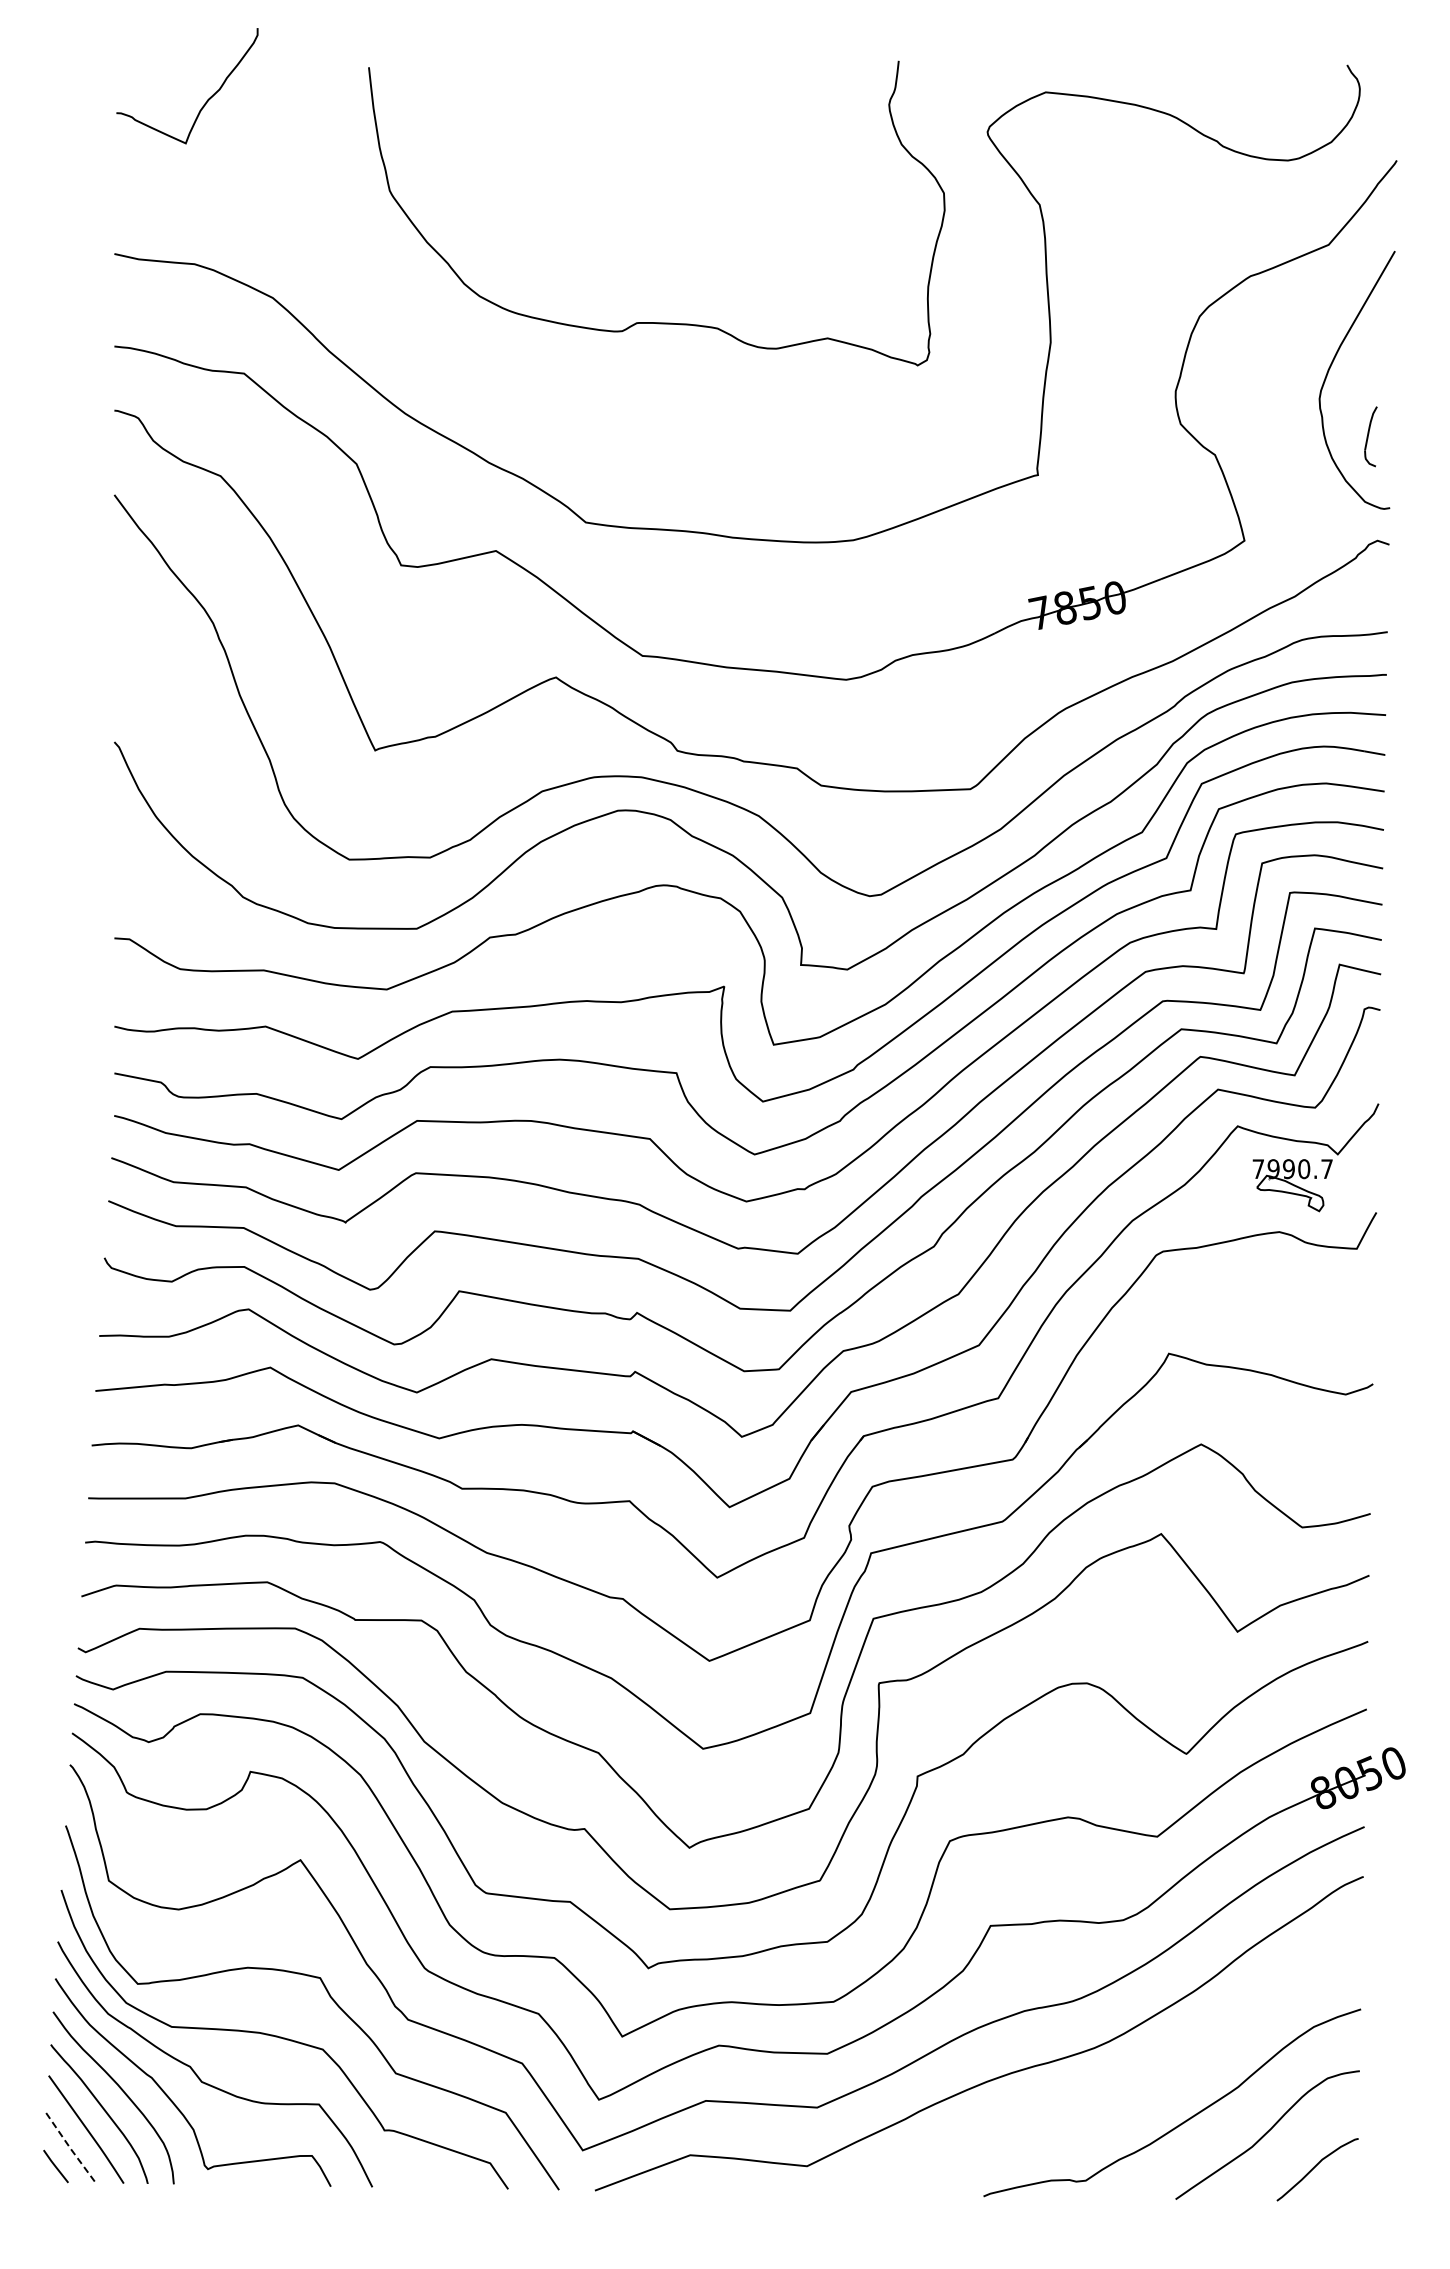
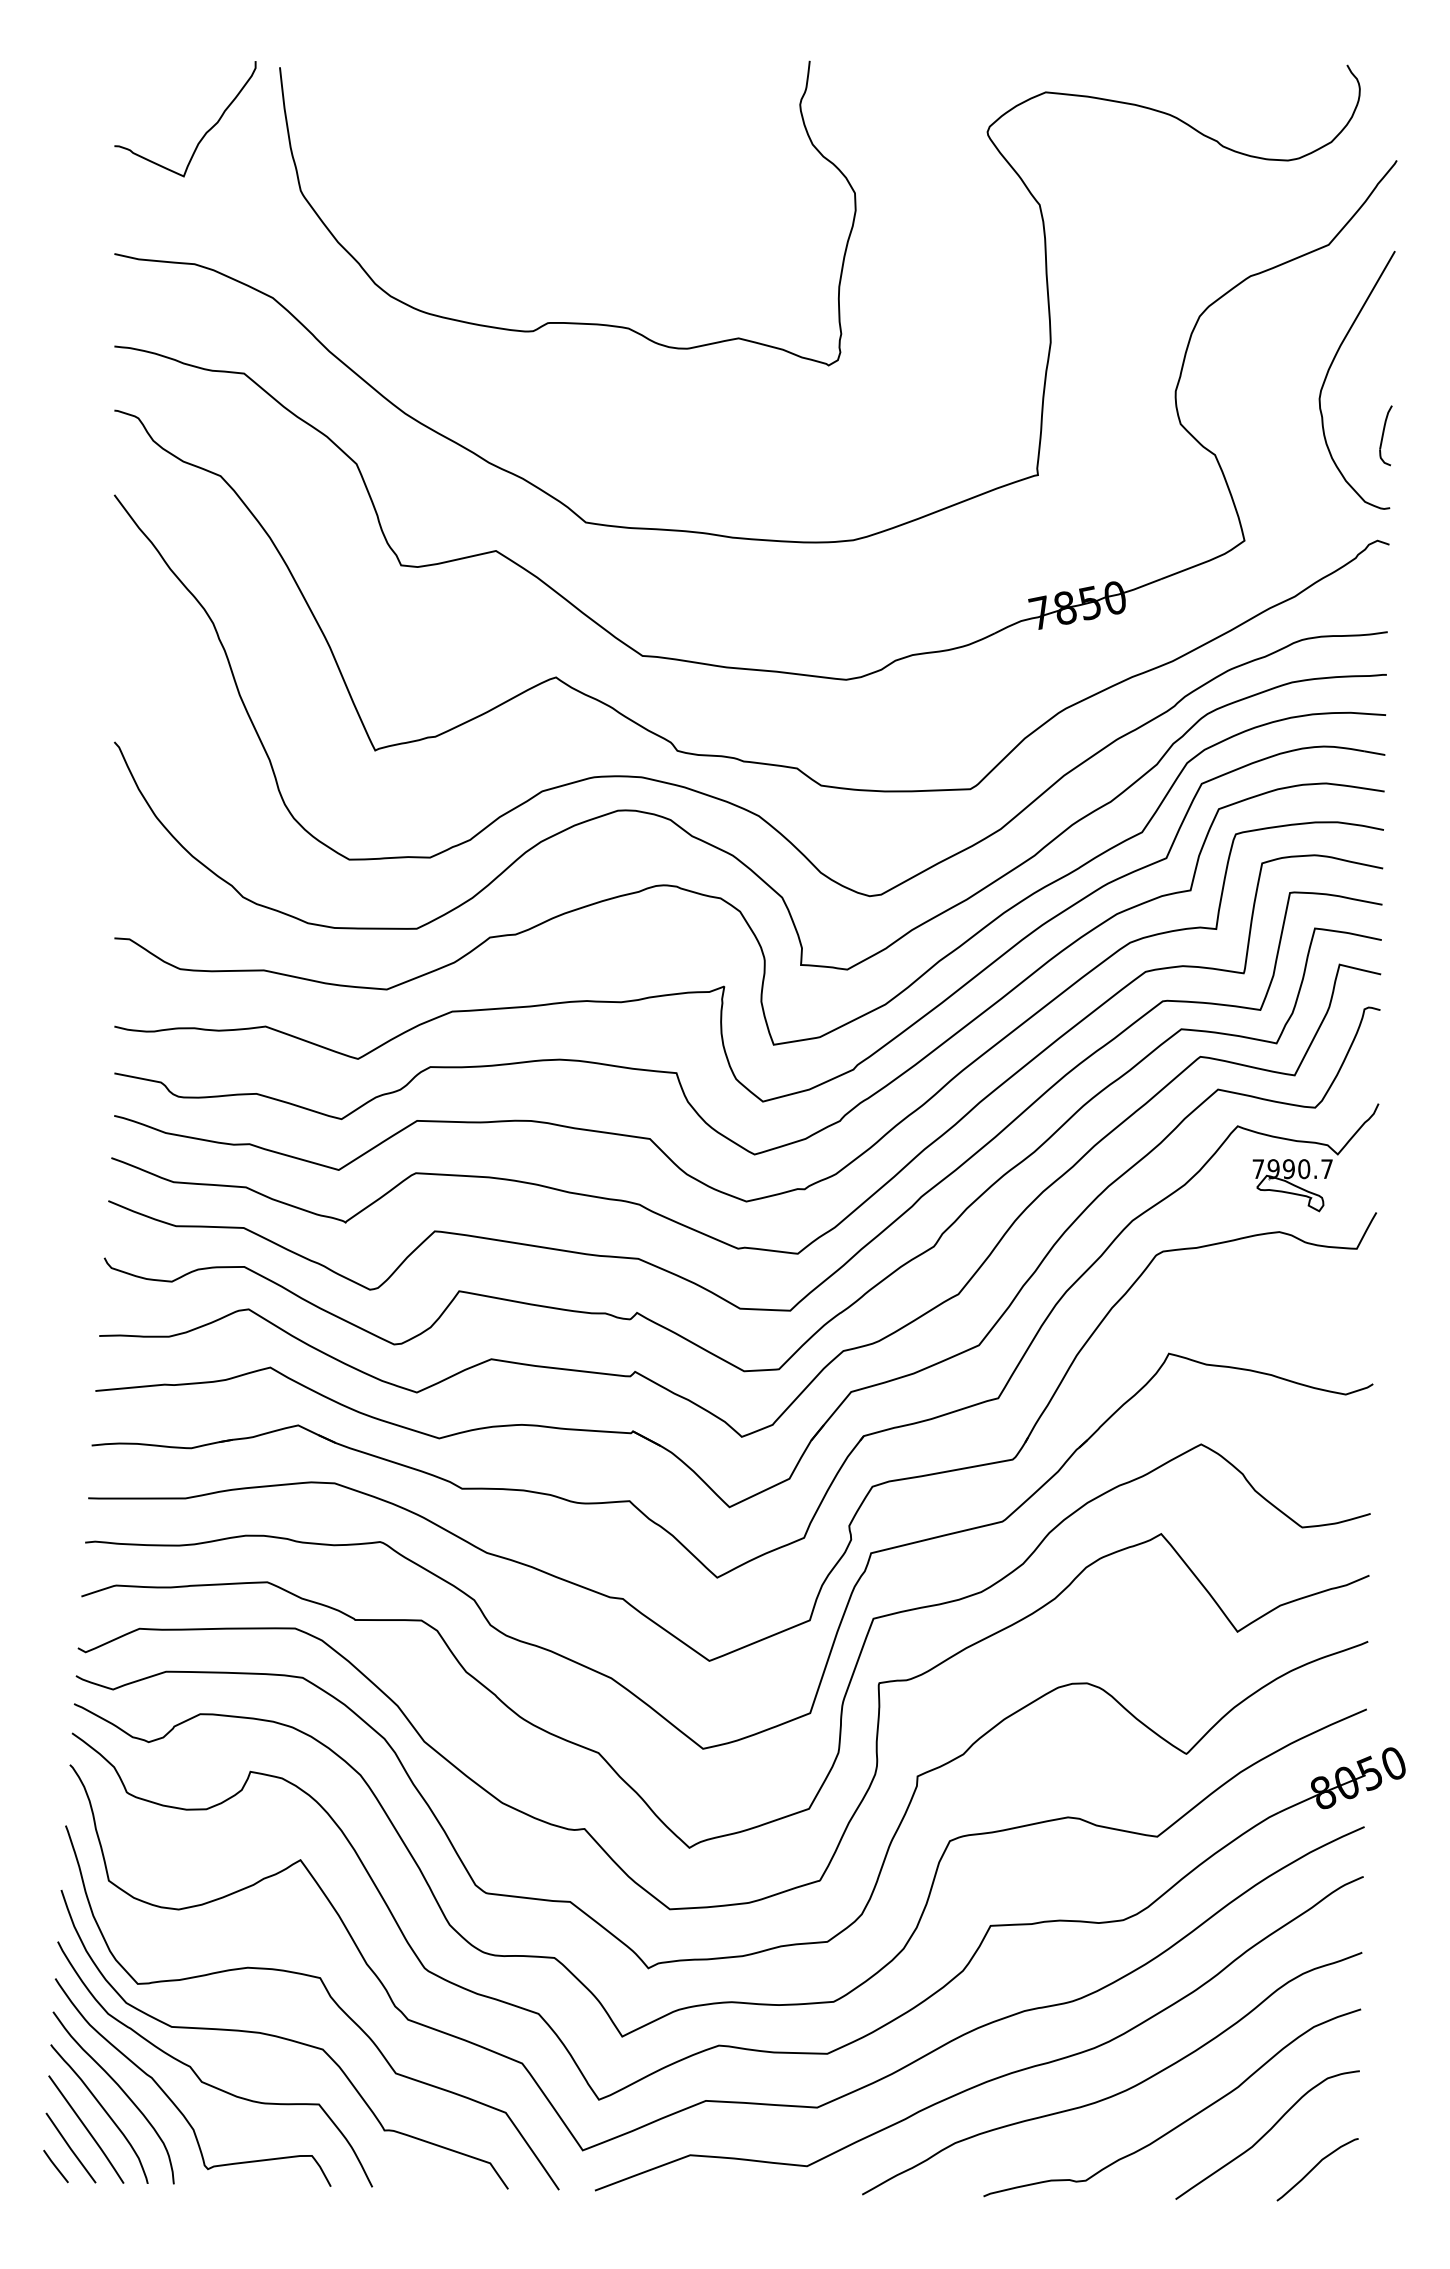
curve at (206, 100) position: (206, 100) -> (204, 133)
curve at (656, 322) position: (656, 322) -> (567, 322)
part at (1370, 436) position: (1370, 436) -> (1385, 435)
curve at (1120, 2091): none -> present
line at (70, 2149): dashed -> solid
